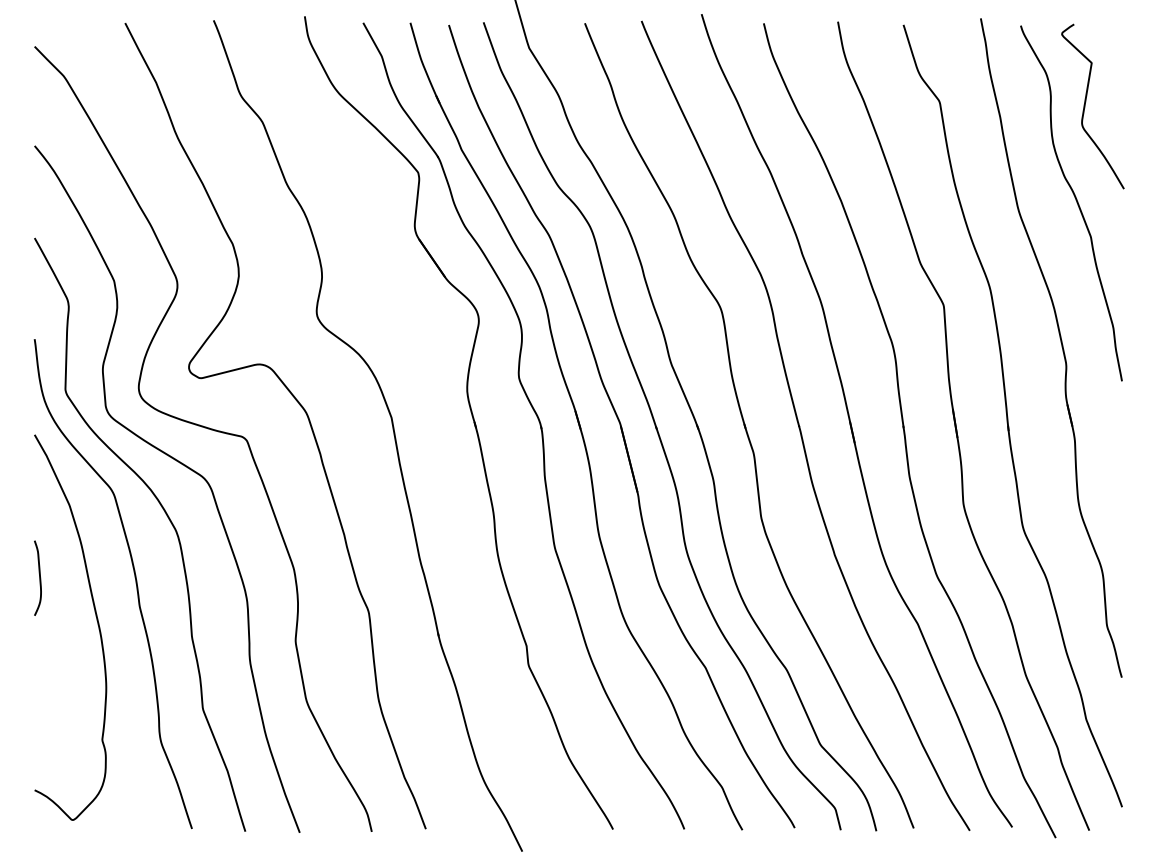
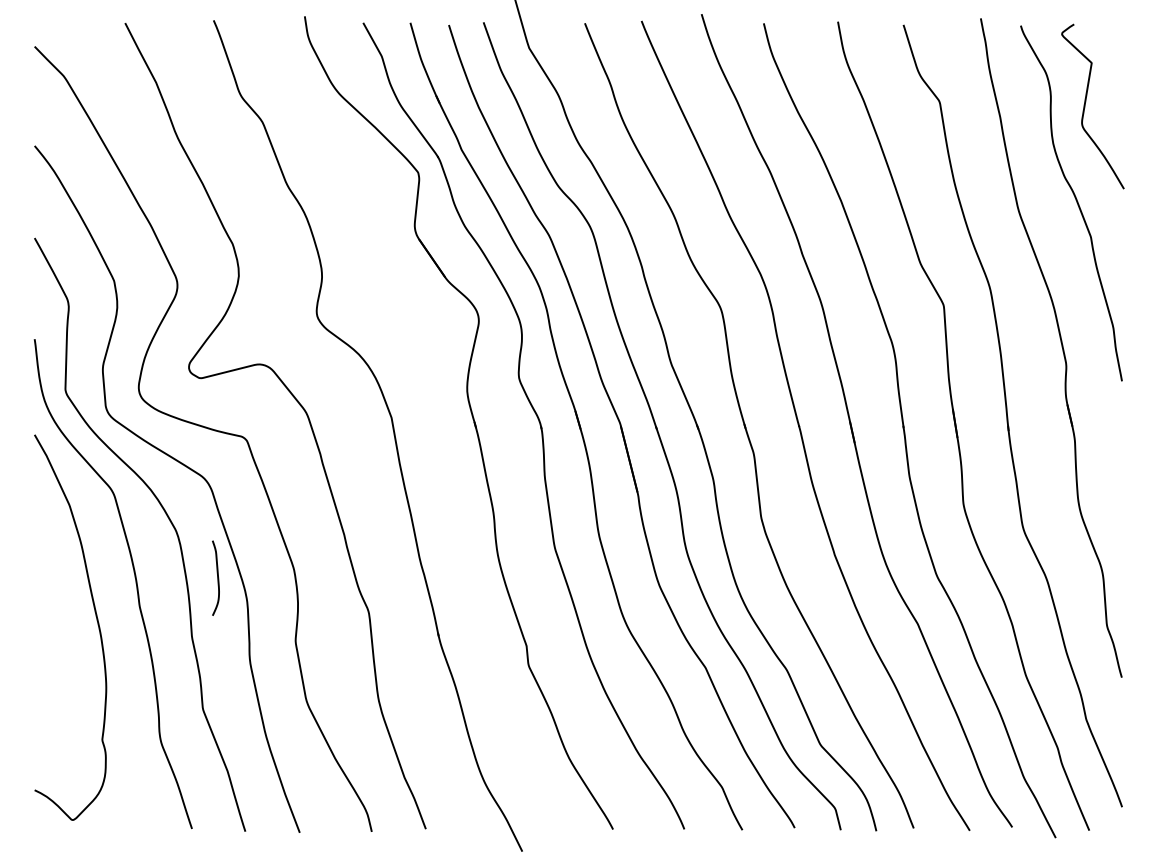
curve at (39, 577) position: (39, 577) -> (217, 577)
